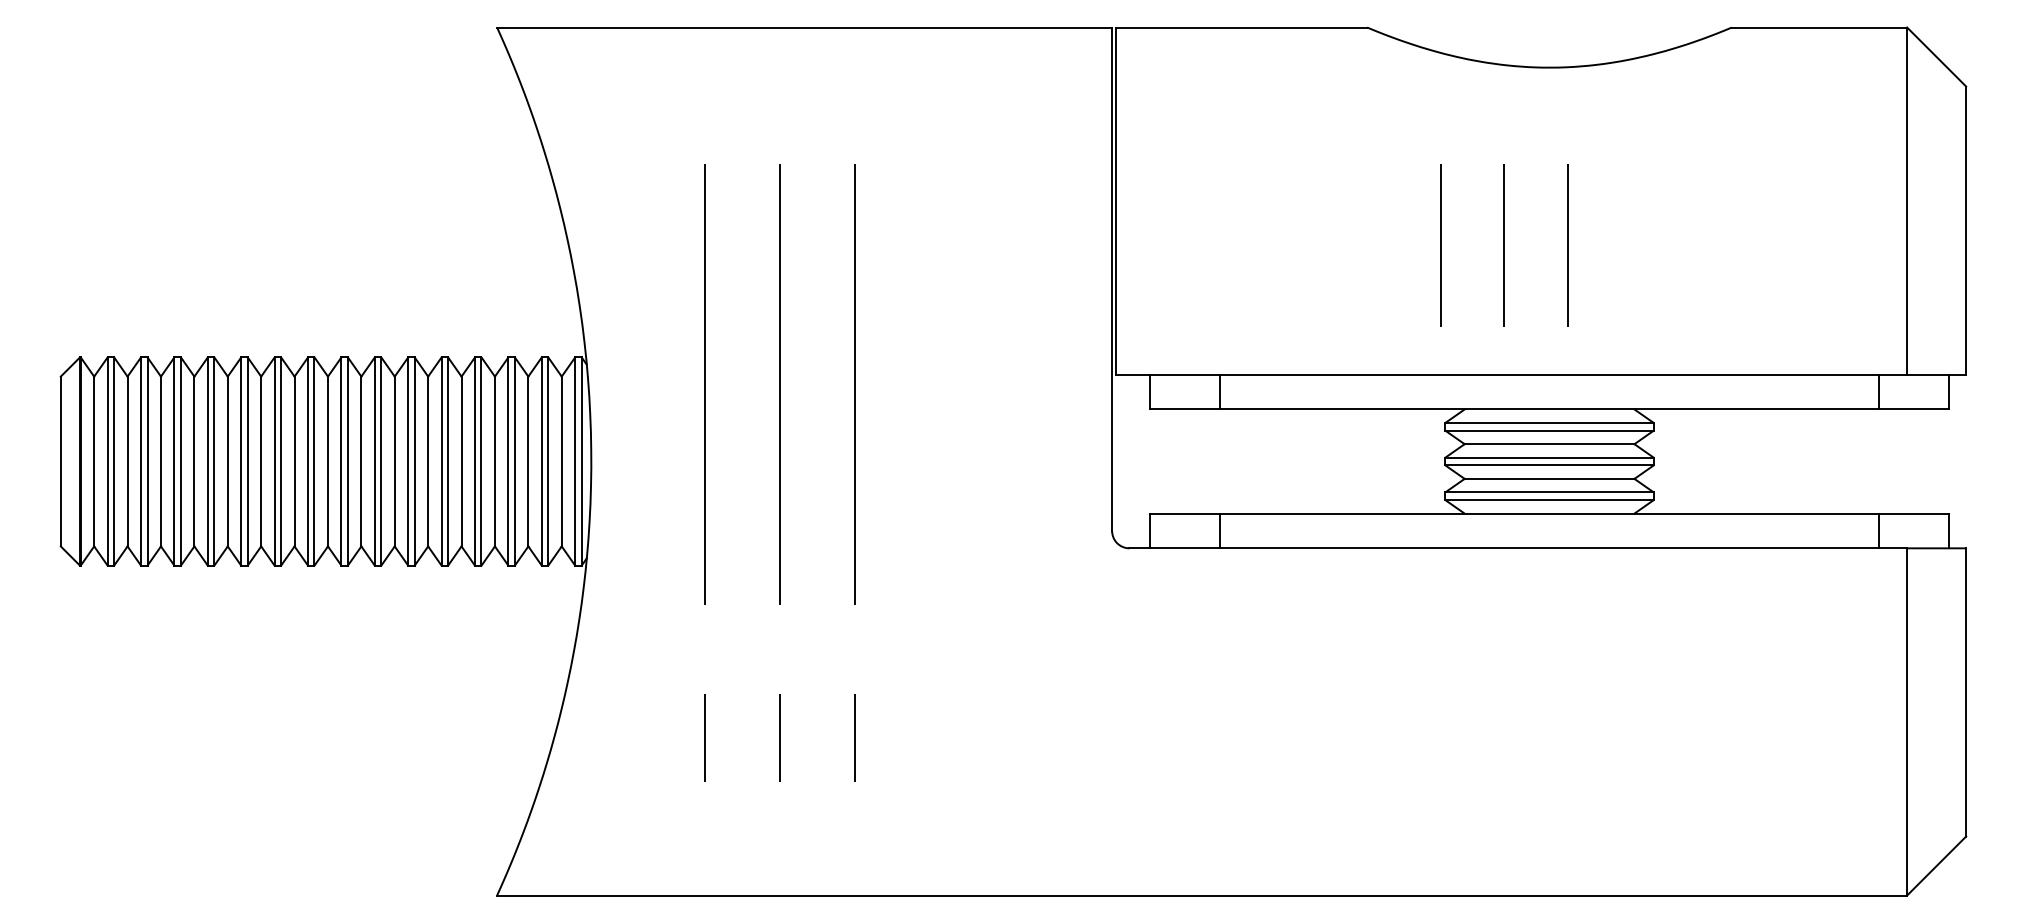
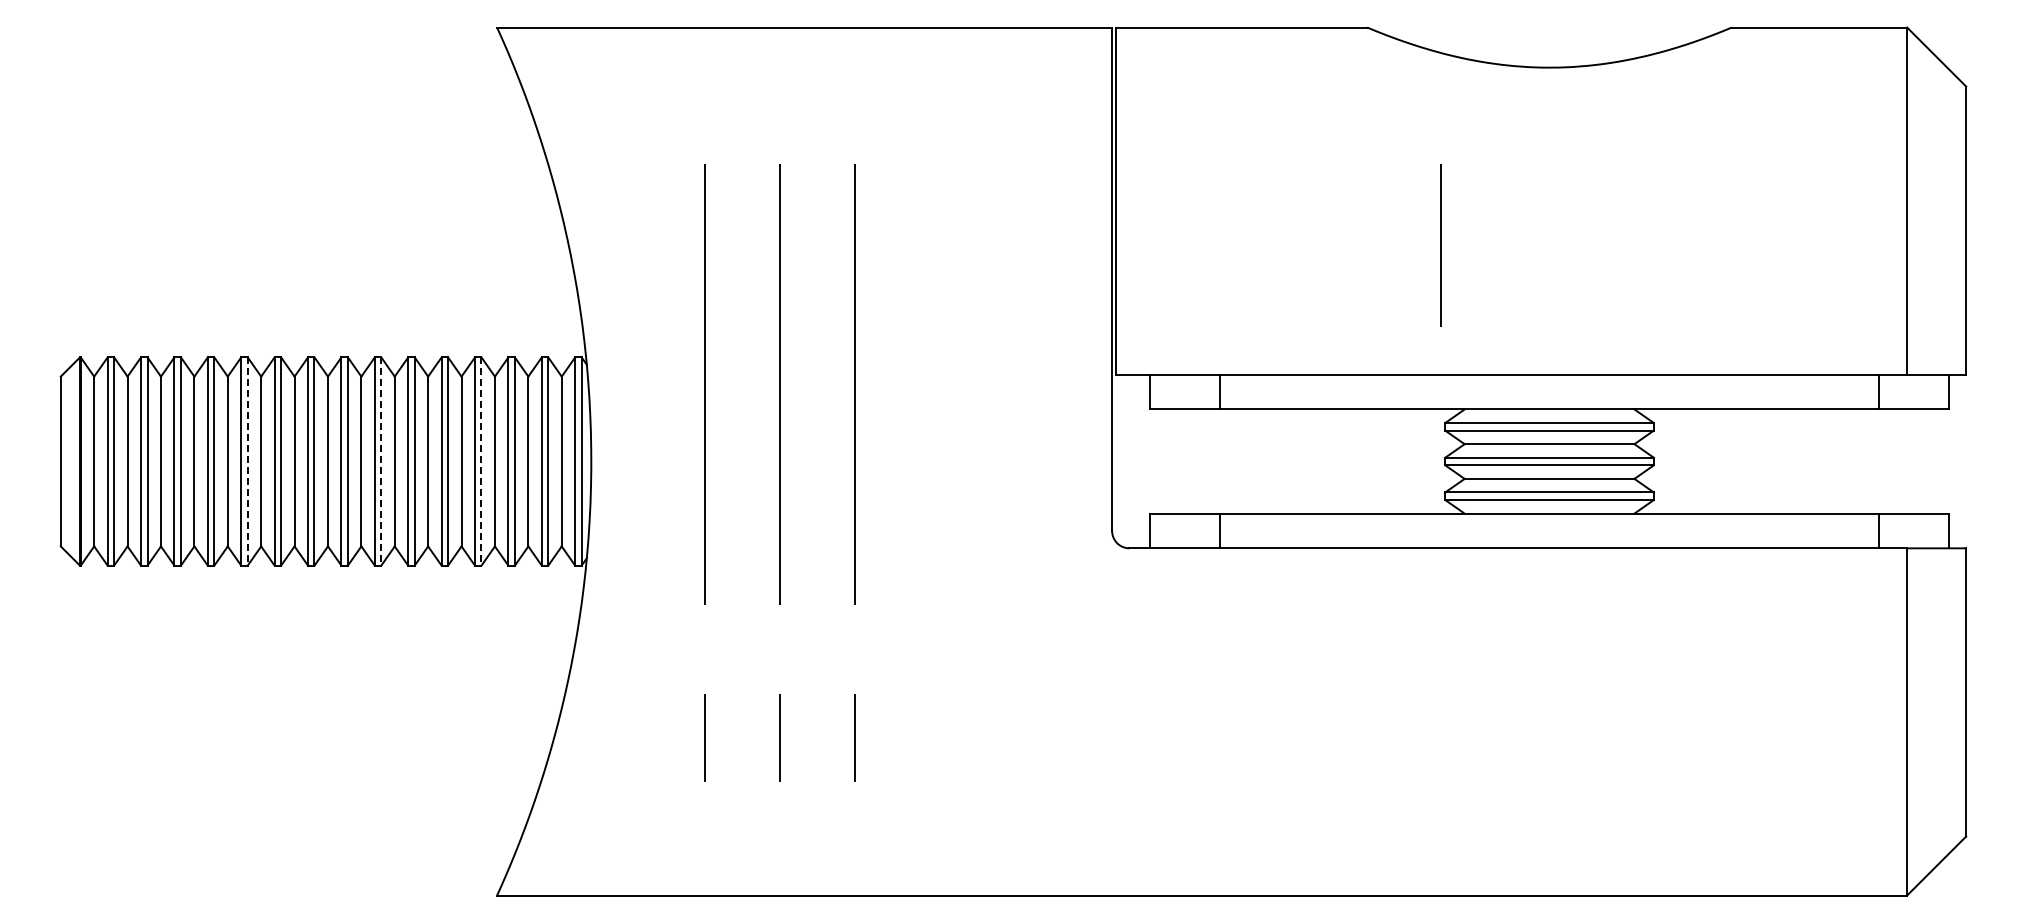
line at (1504, 245): present -> none
line at (1568, 245): present -> none
line at (247, 462): solid -> dashed
line at (381, 462): solid -> dashed
line at (481, 462): solid -> dashed
